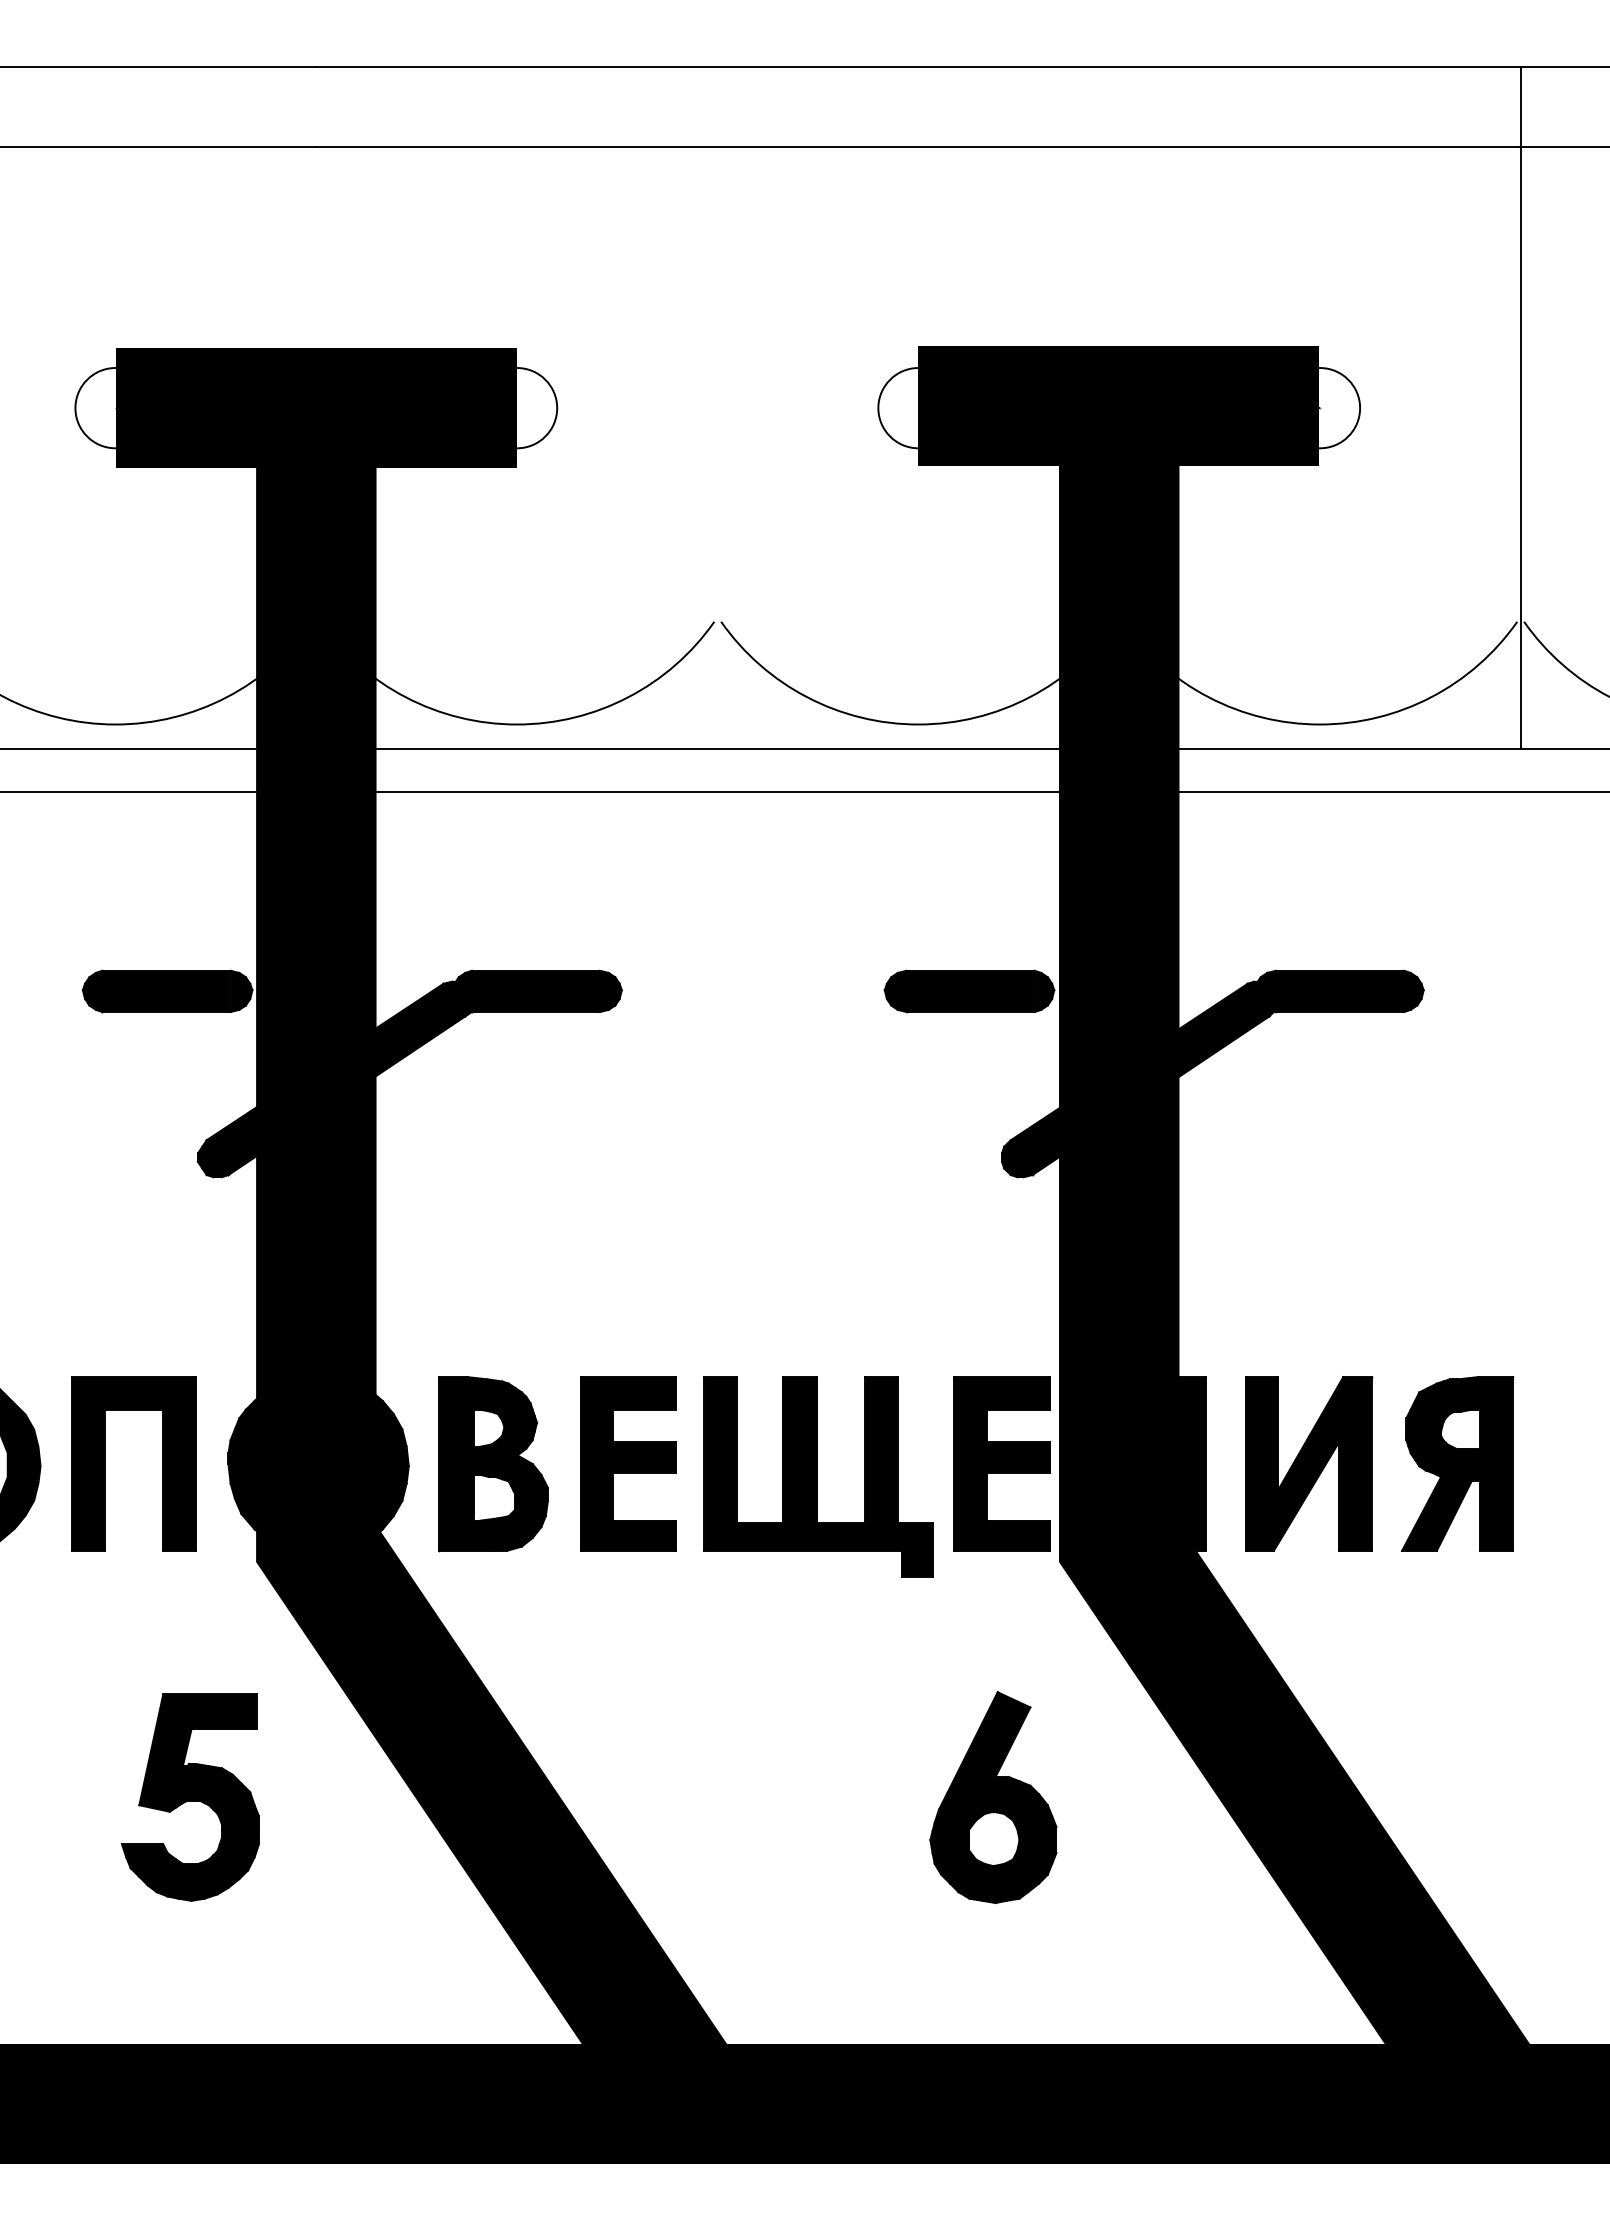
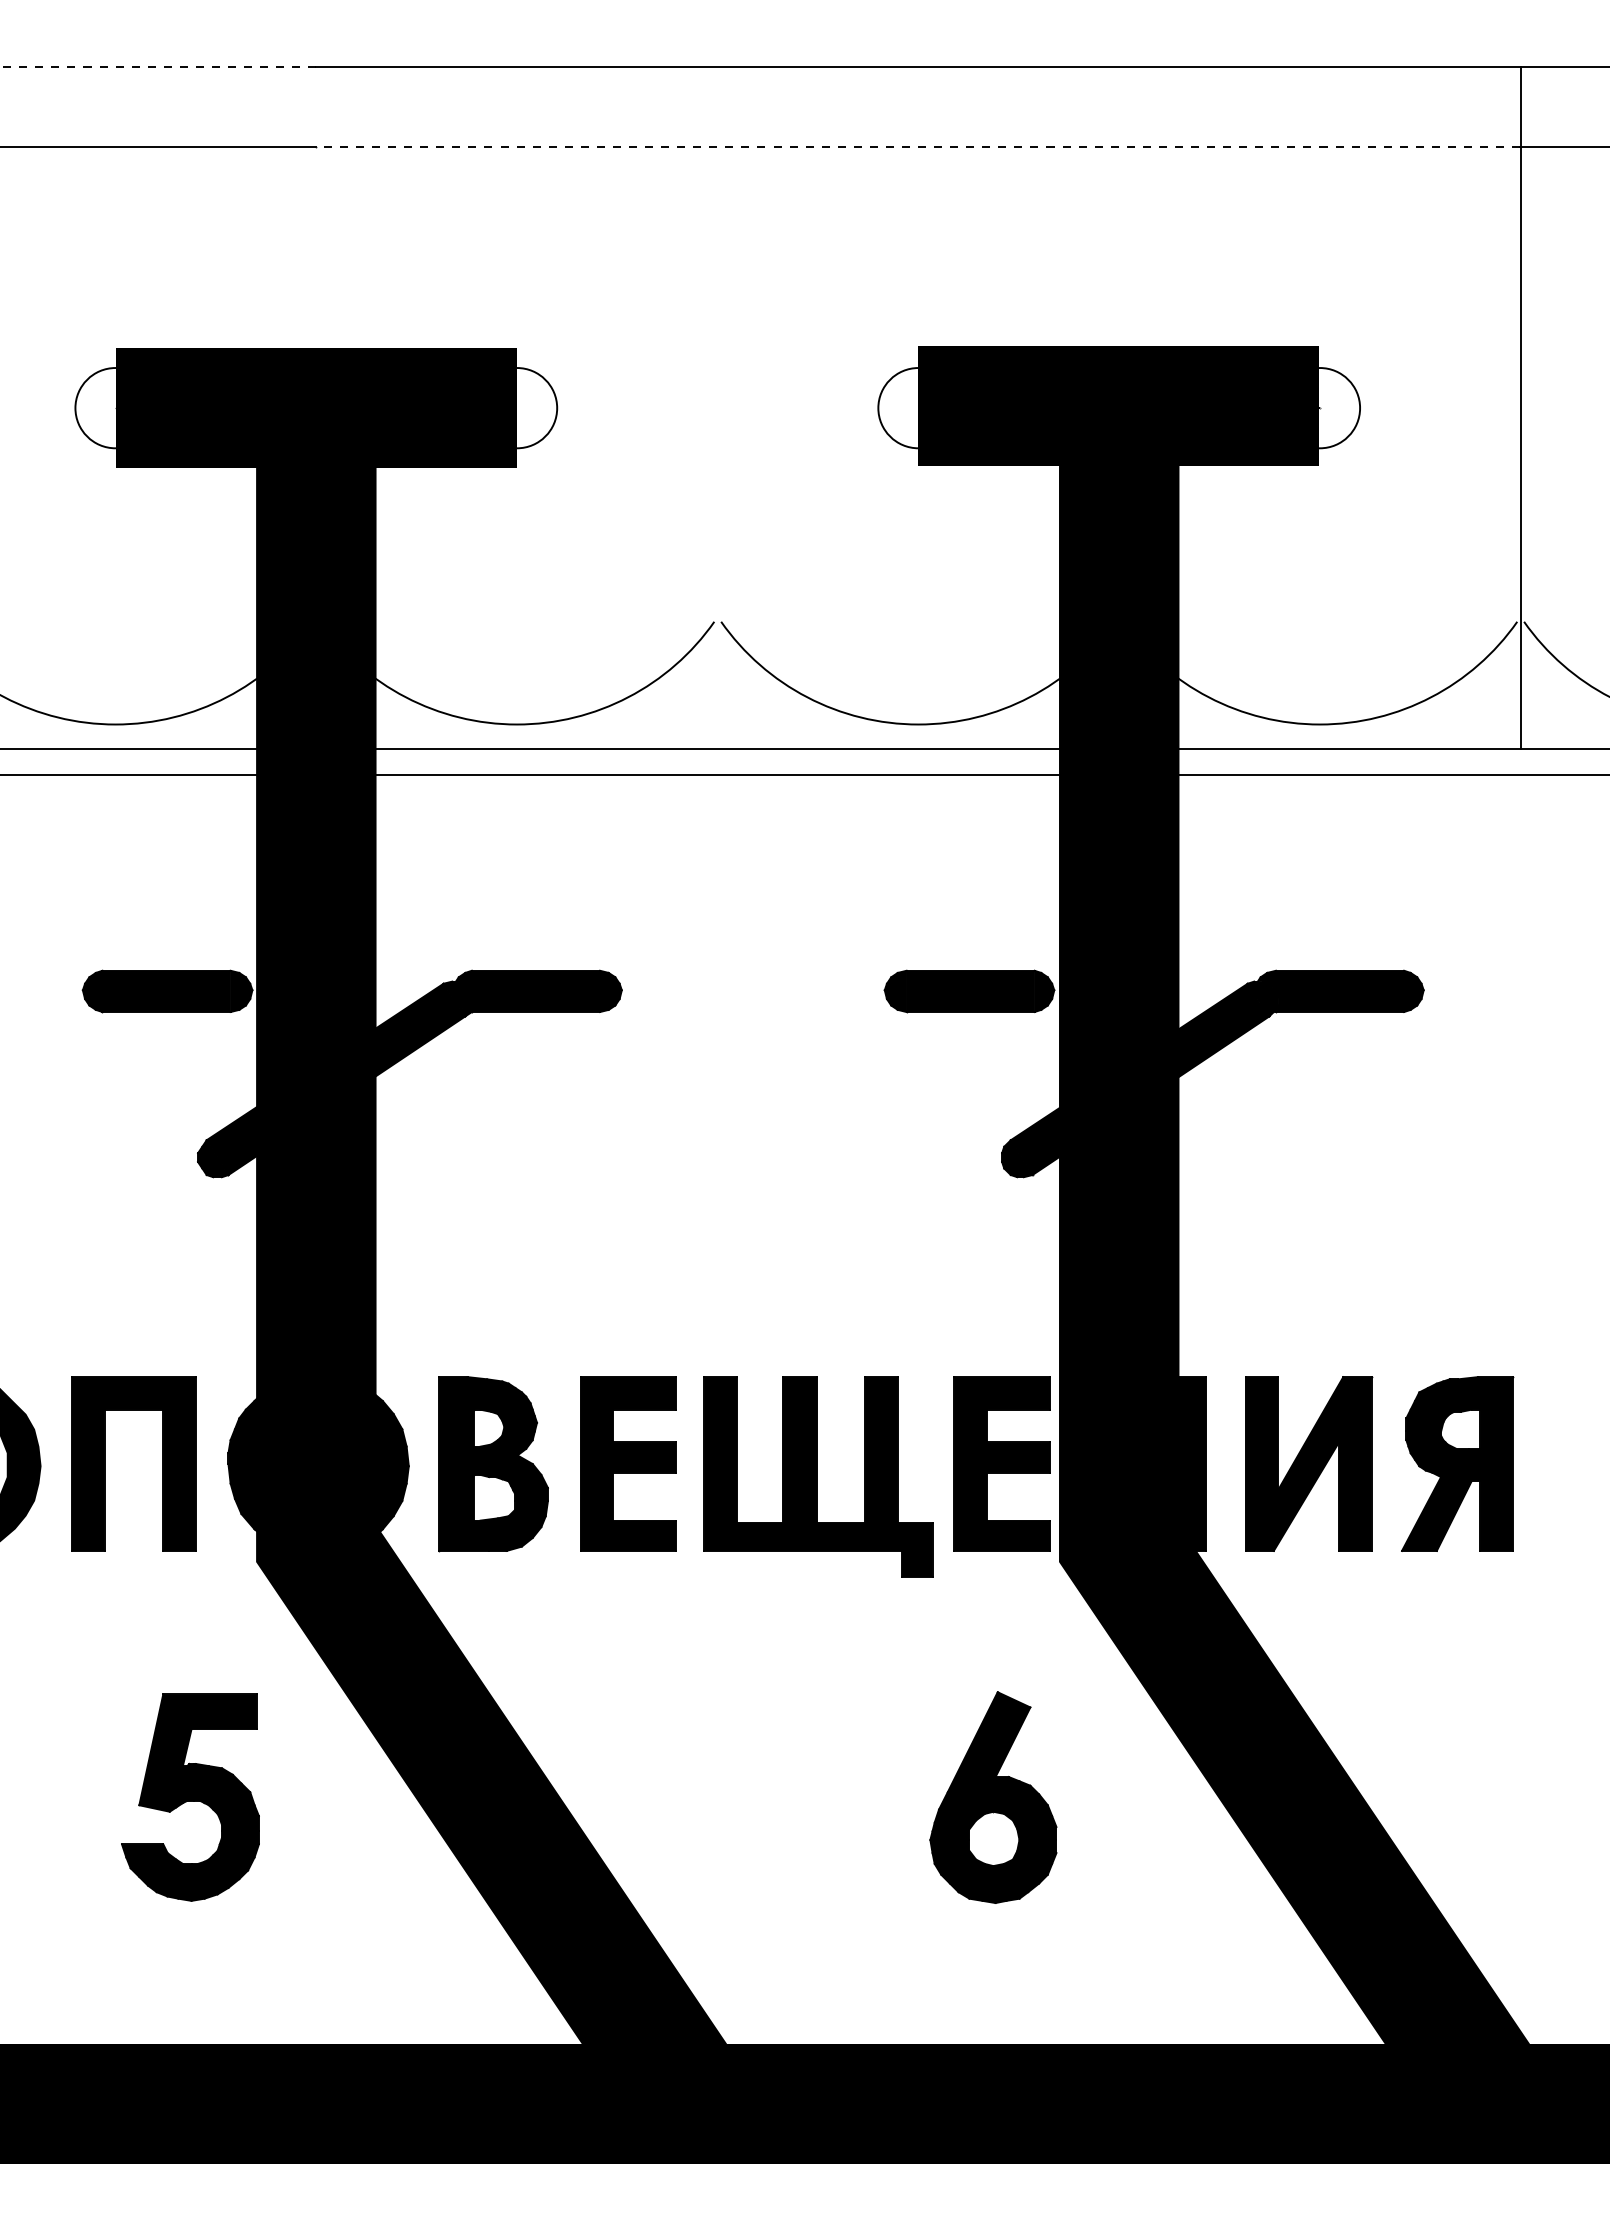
line at (158, 66): solid -> dashed
line at (917, 147): solid -> dashed
line at (804, 791) position: (804, 791) -> (804, 774)
